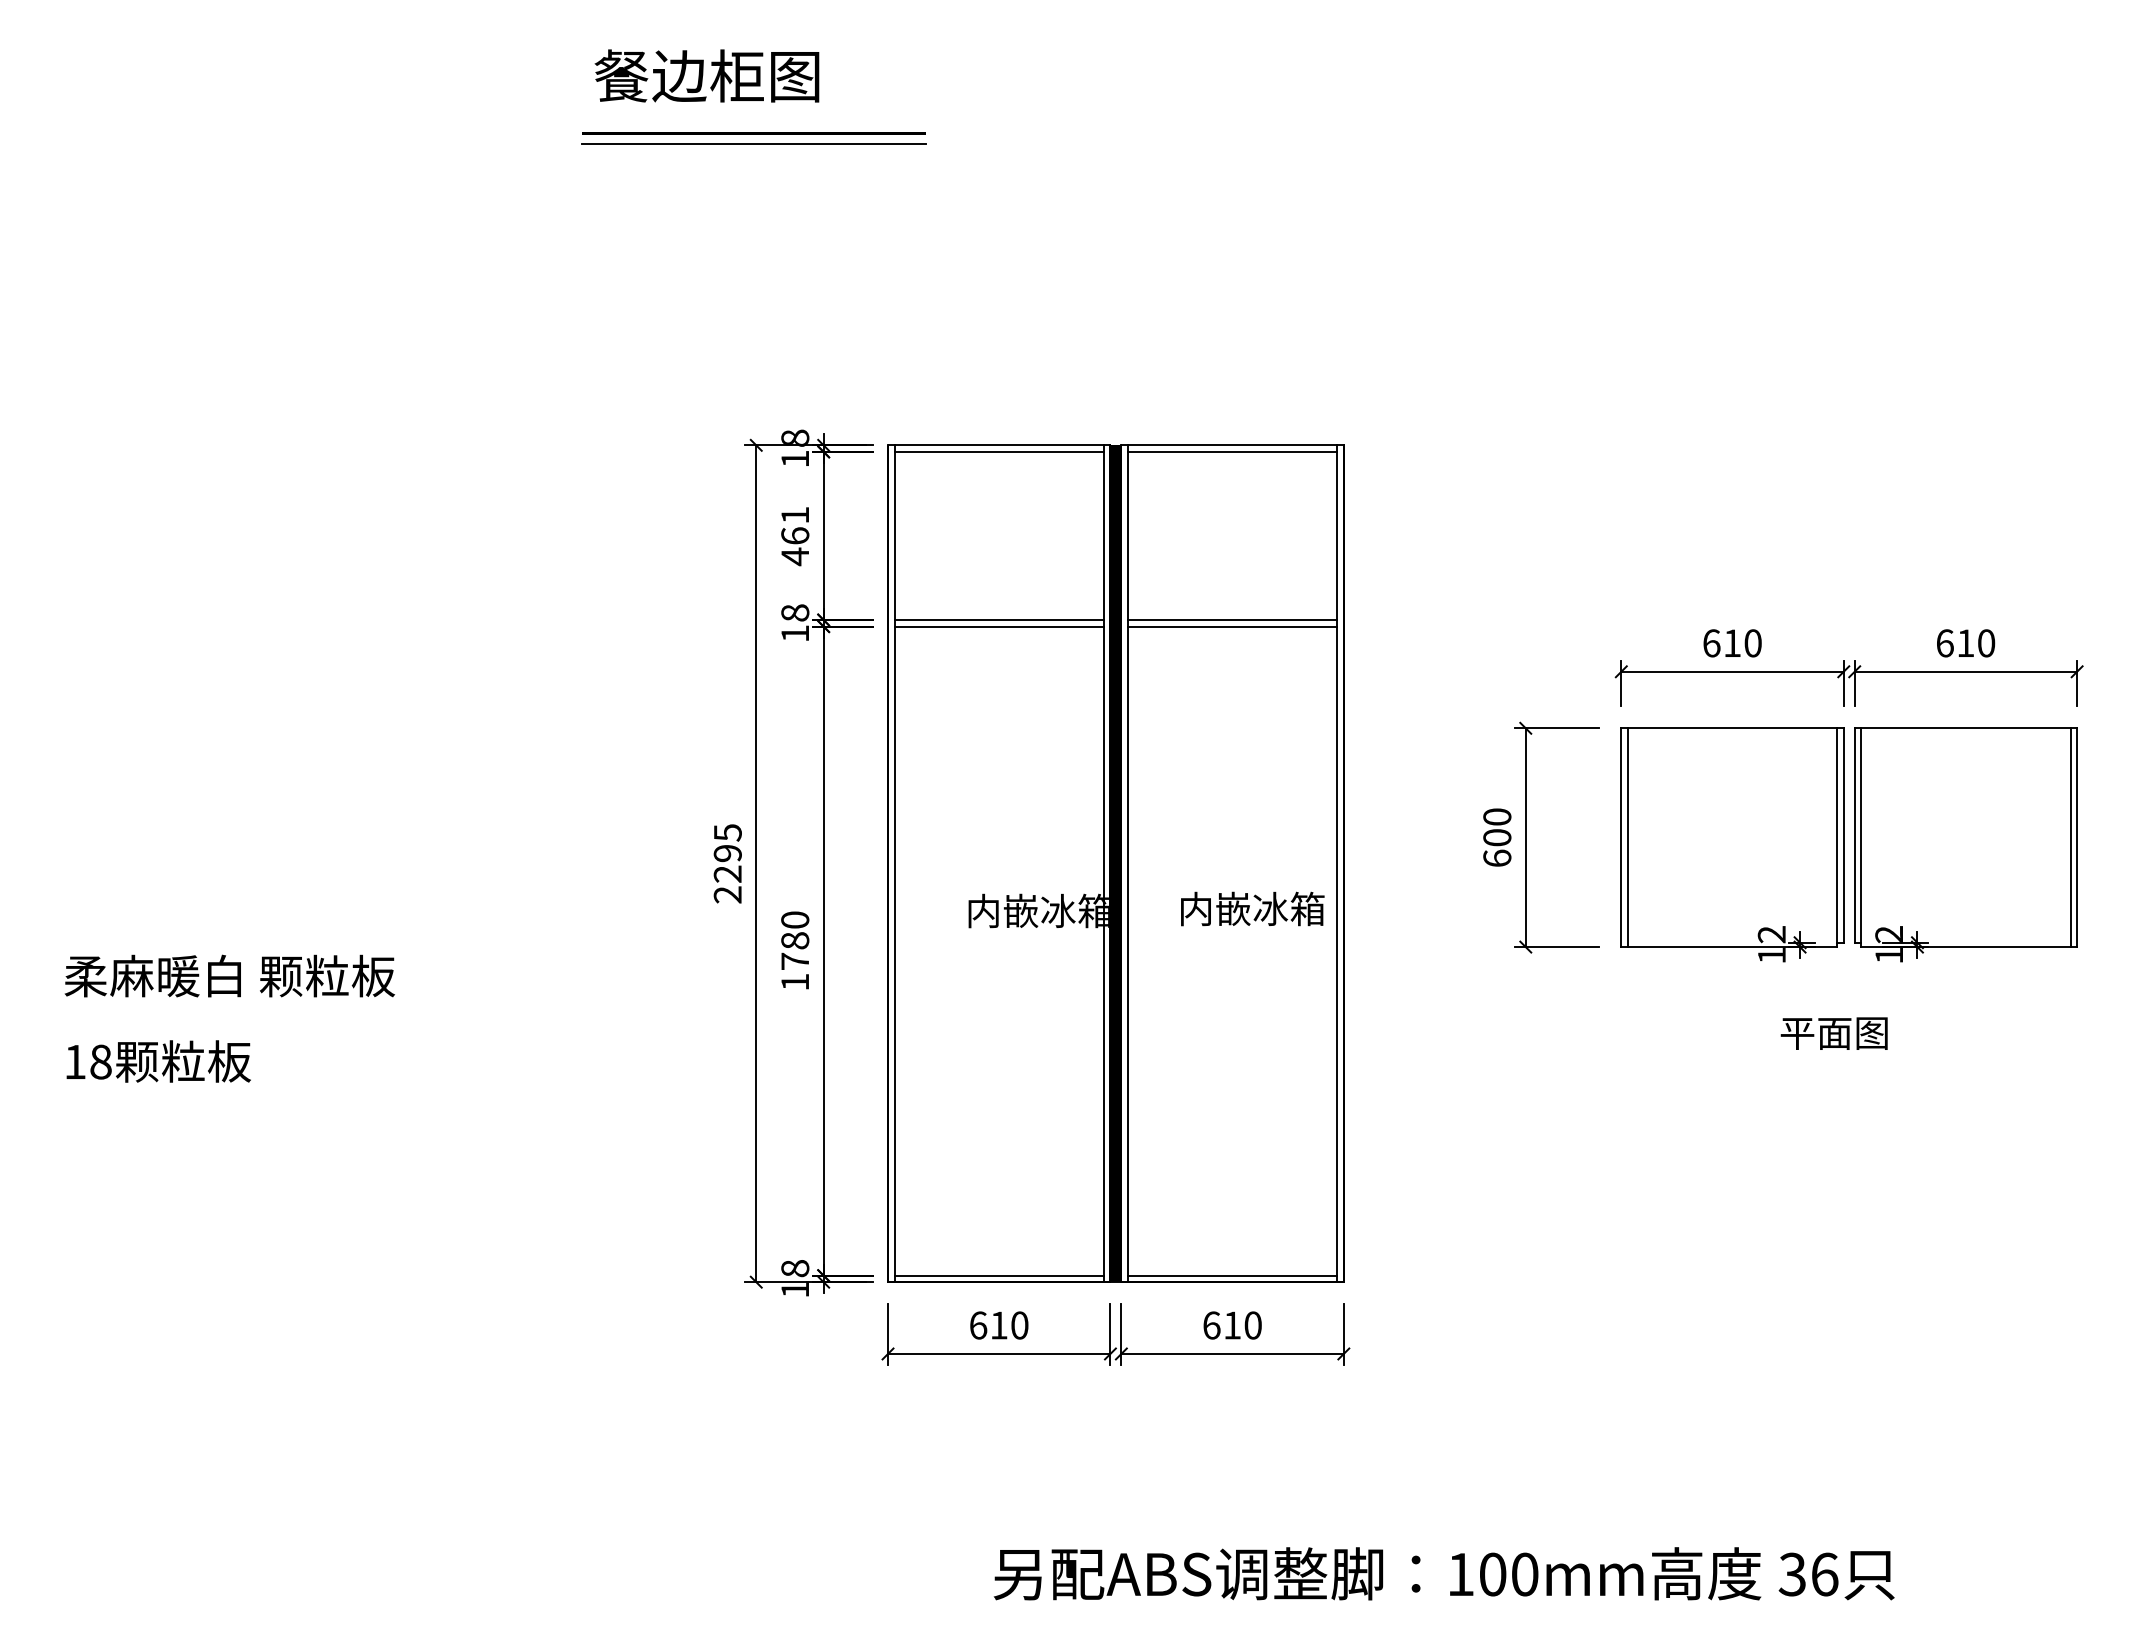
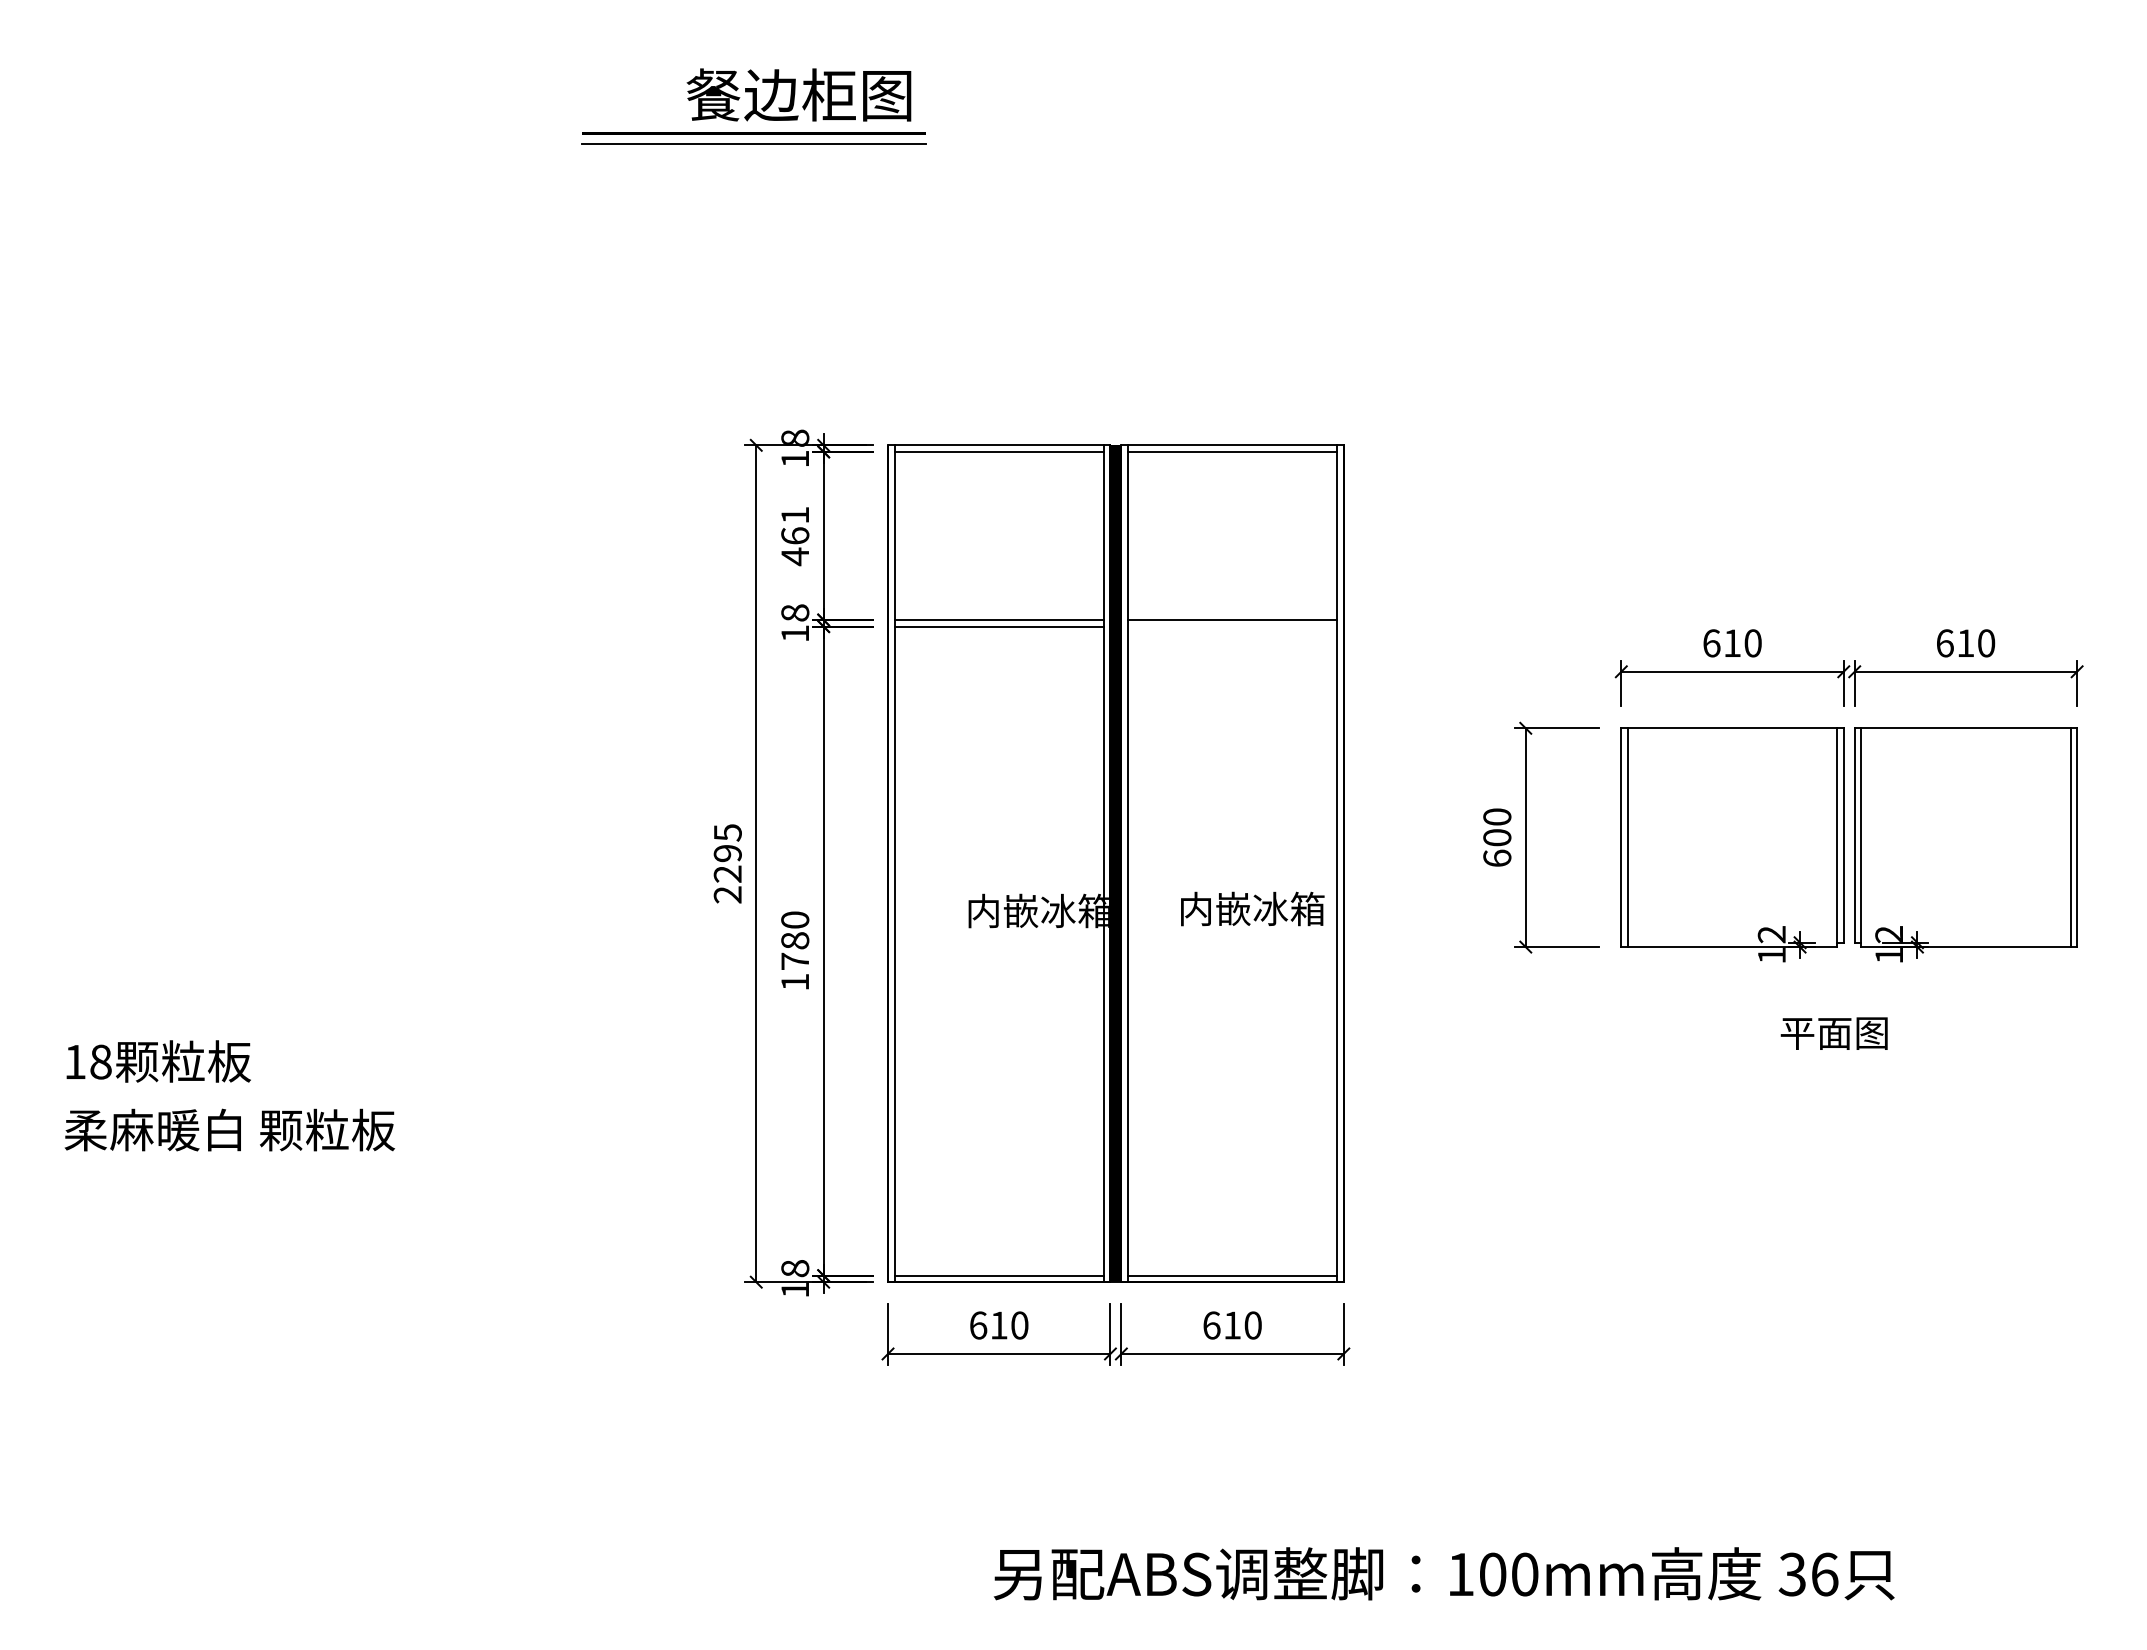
text at (706, 75) position: (706, 75) -> (798, 94)
line at (1232, 626): present -> none
text at (229, 975) position: (229, 975) -> (229, 1129)
